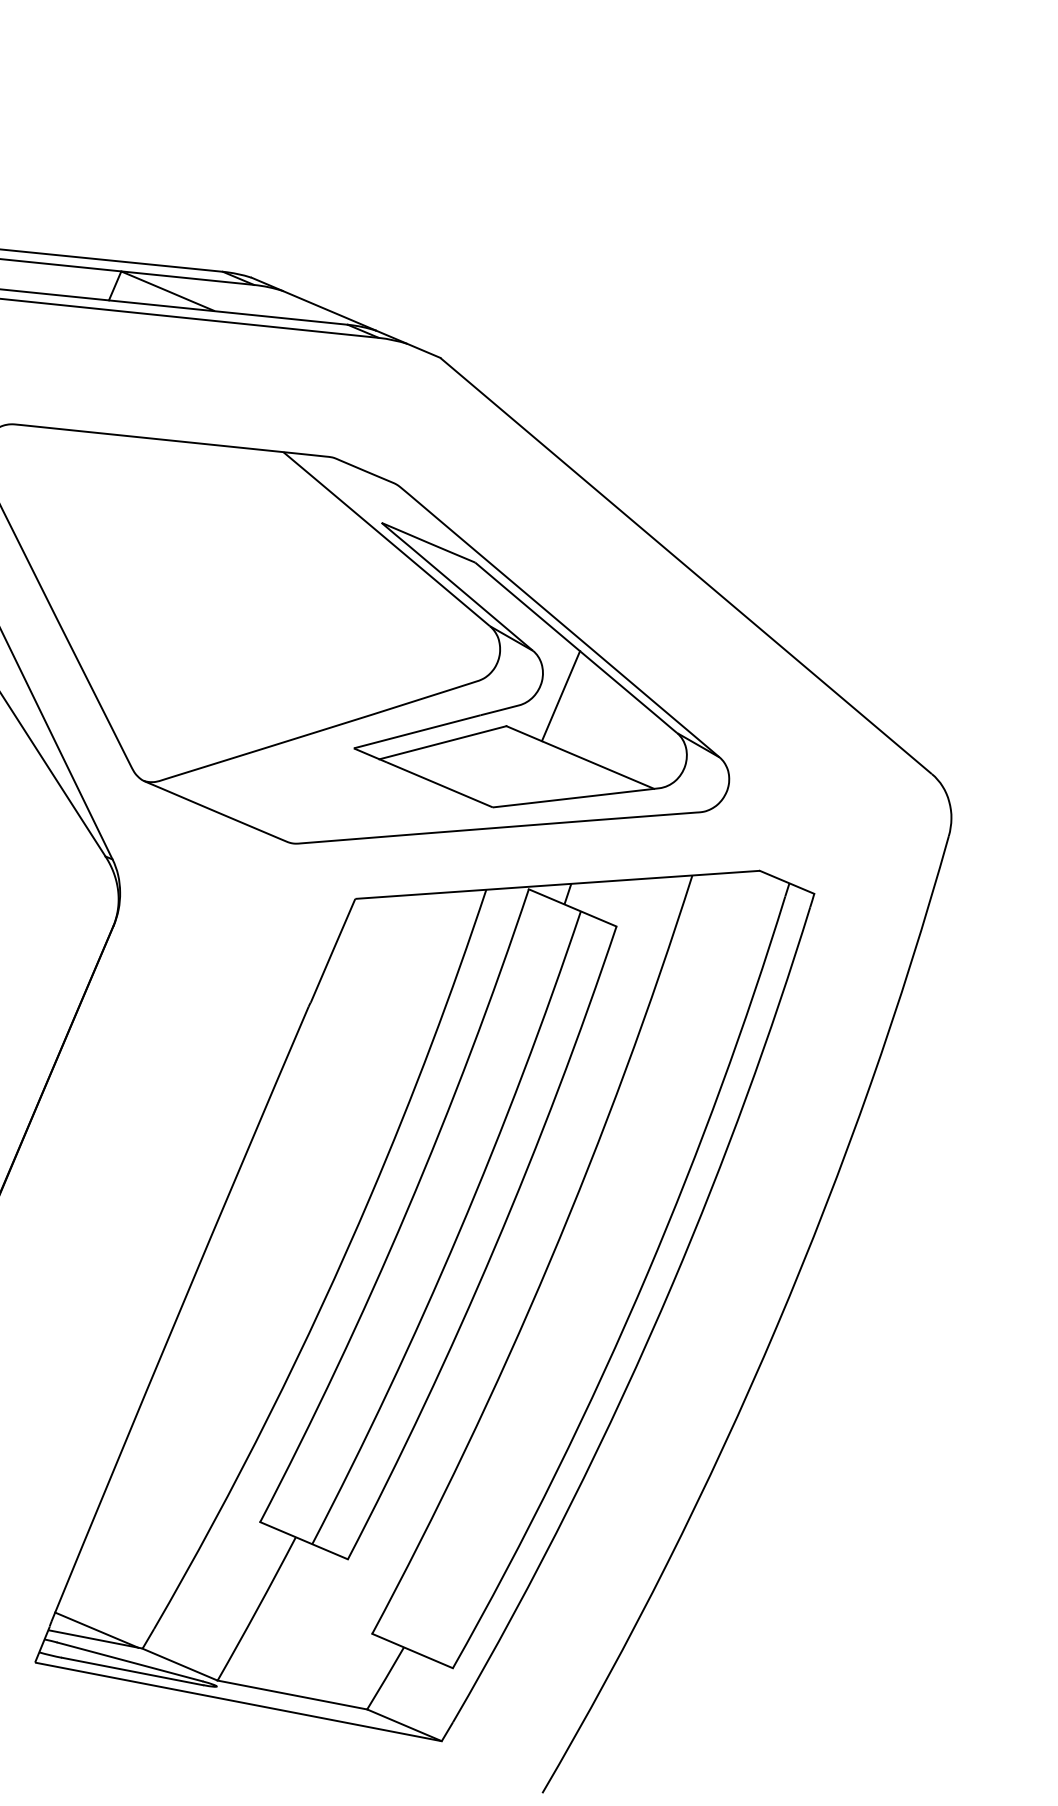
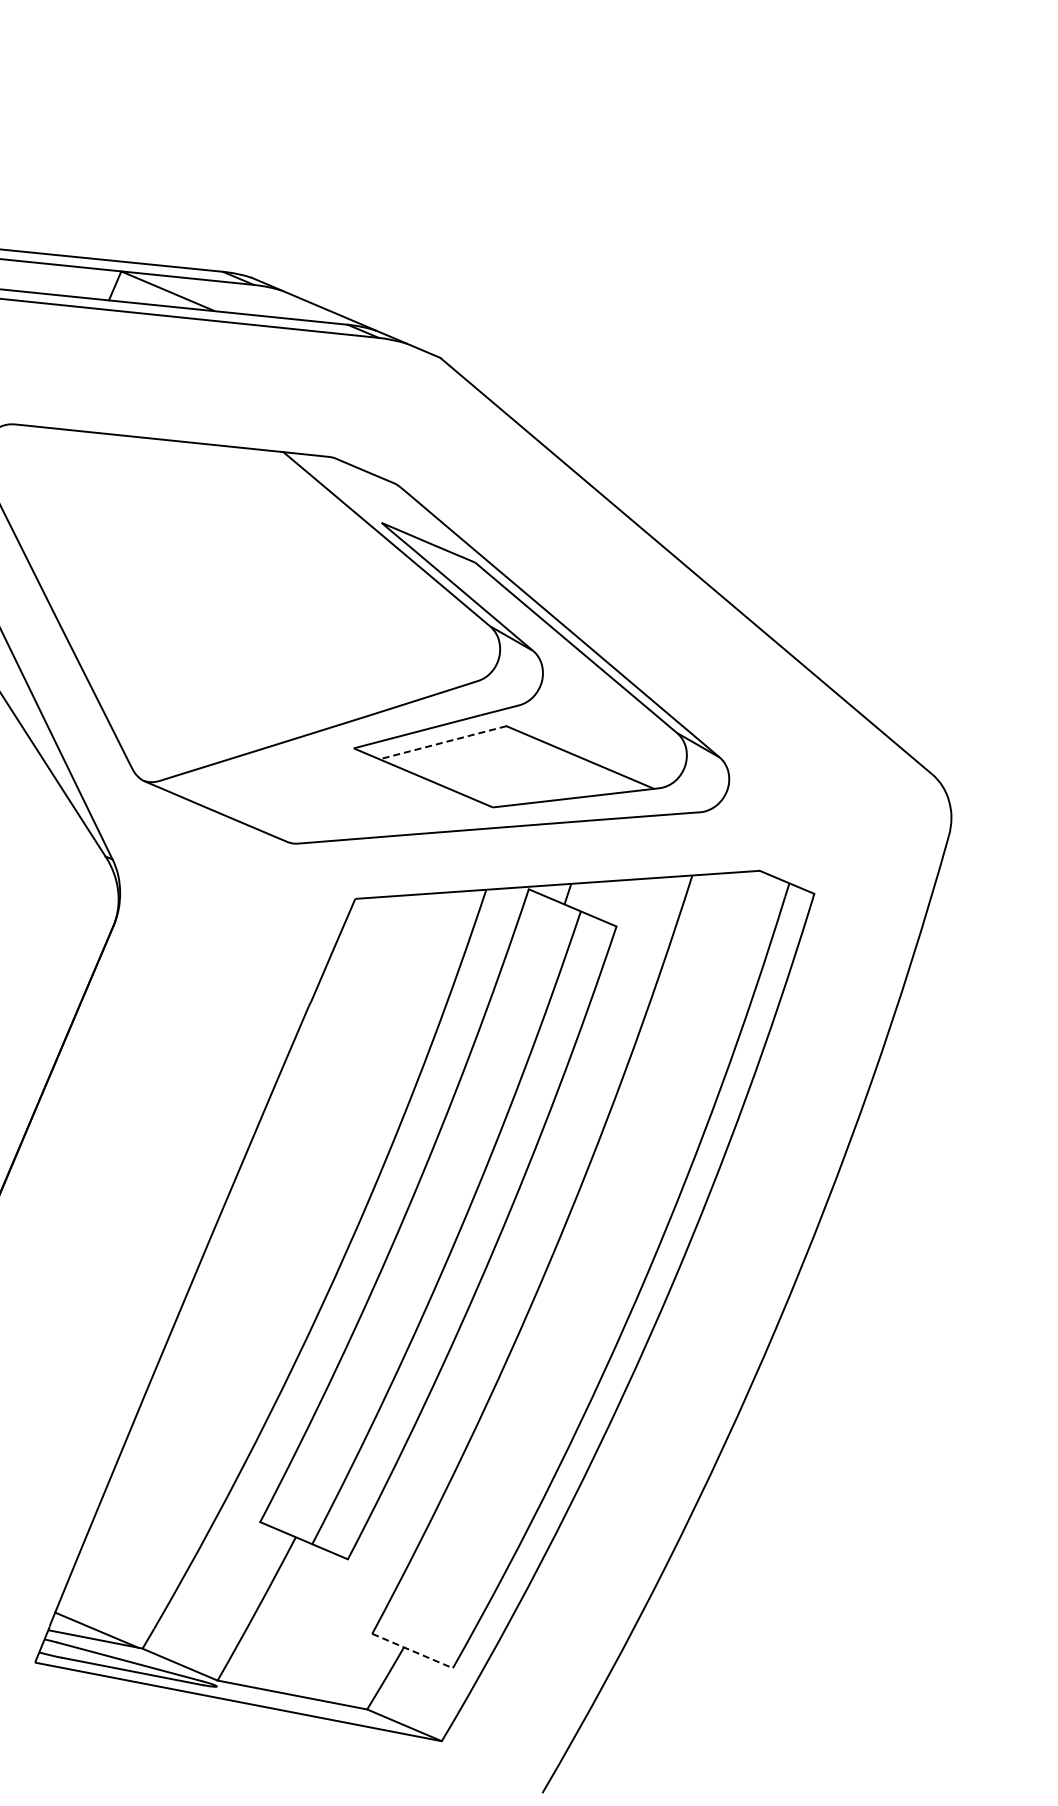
line at (560, 696): present -> none
line at (442, 742): solid -> dashed
line at (412, 1651): solid -> dashed
